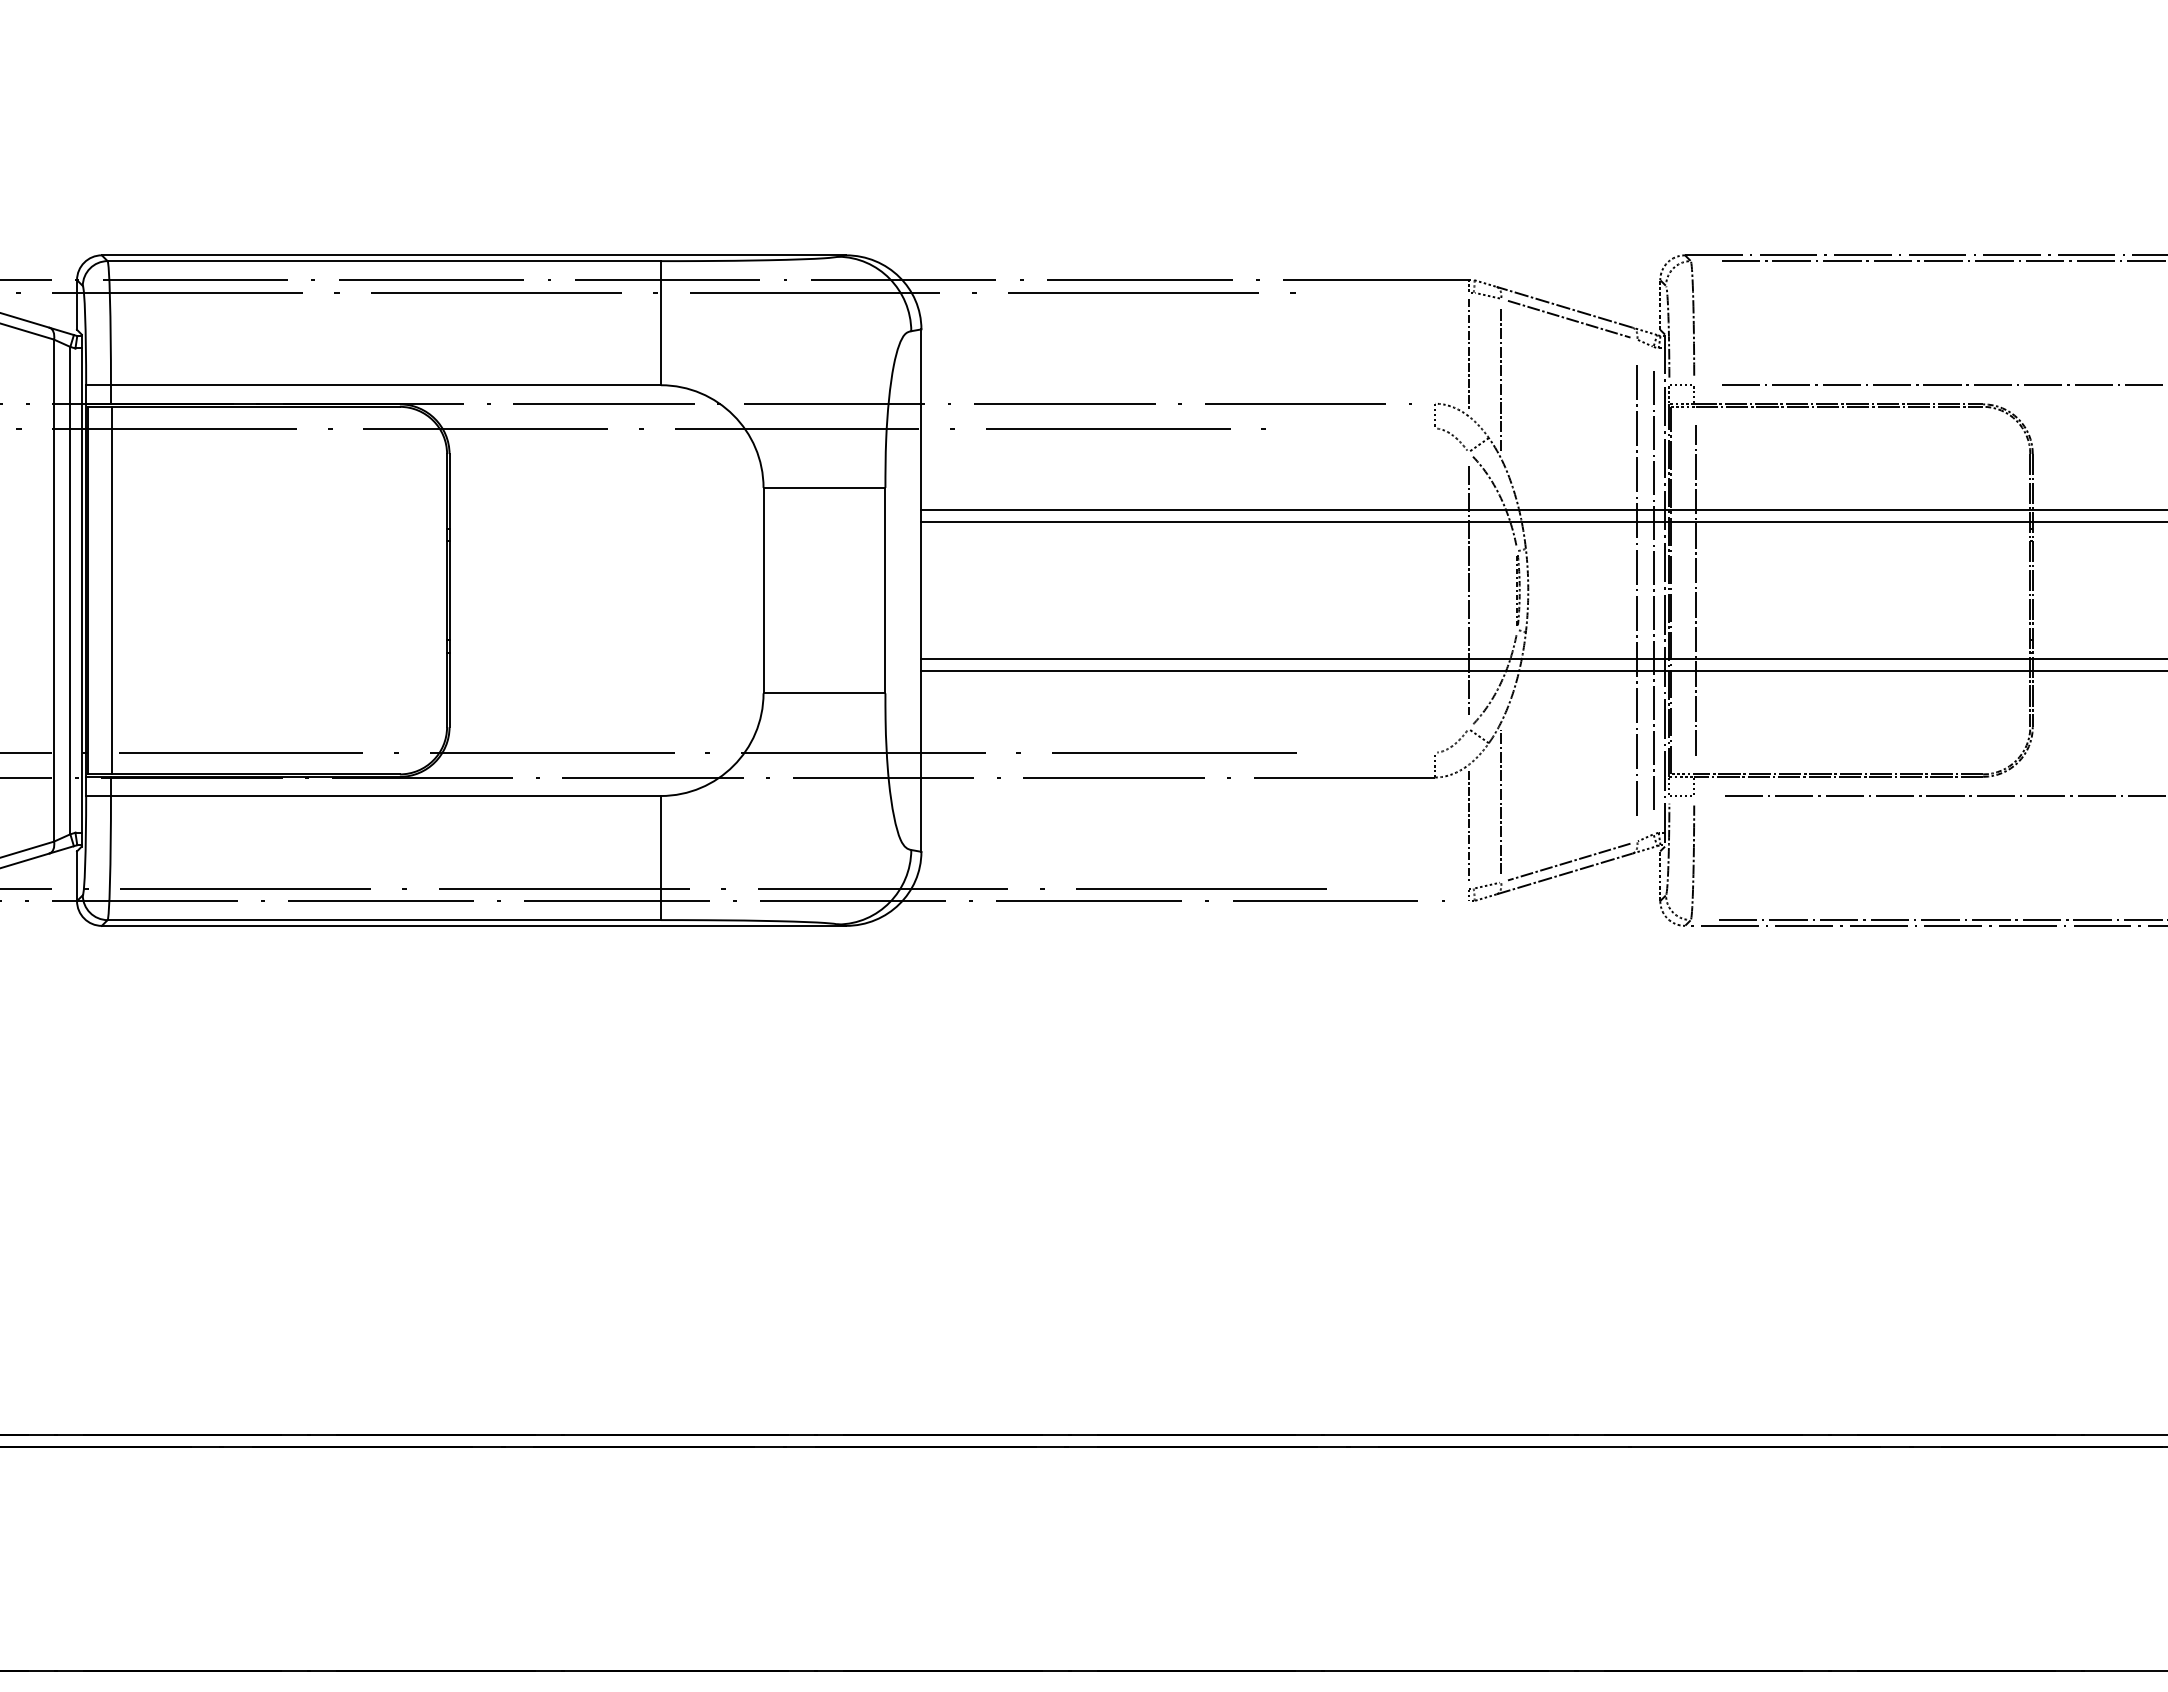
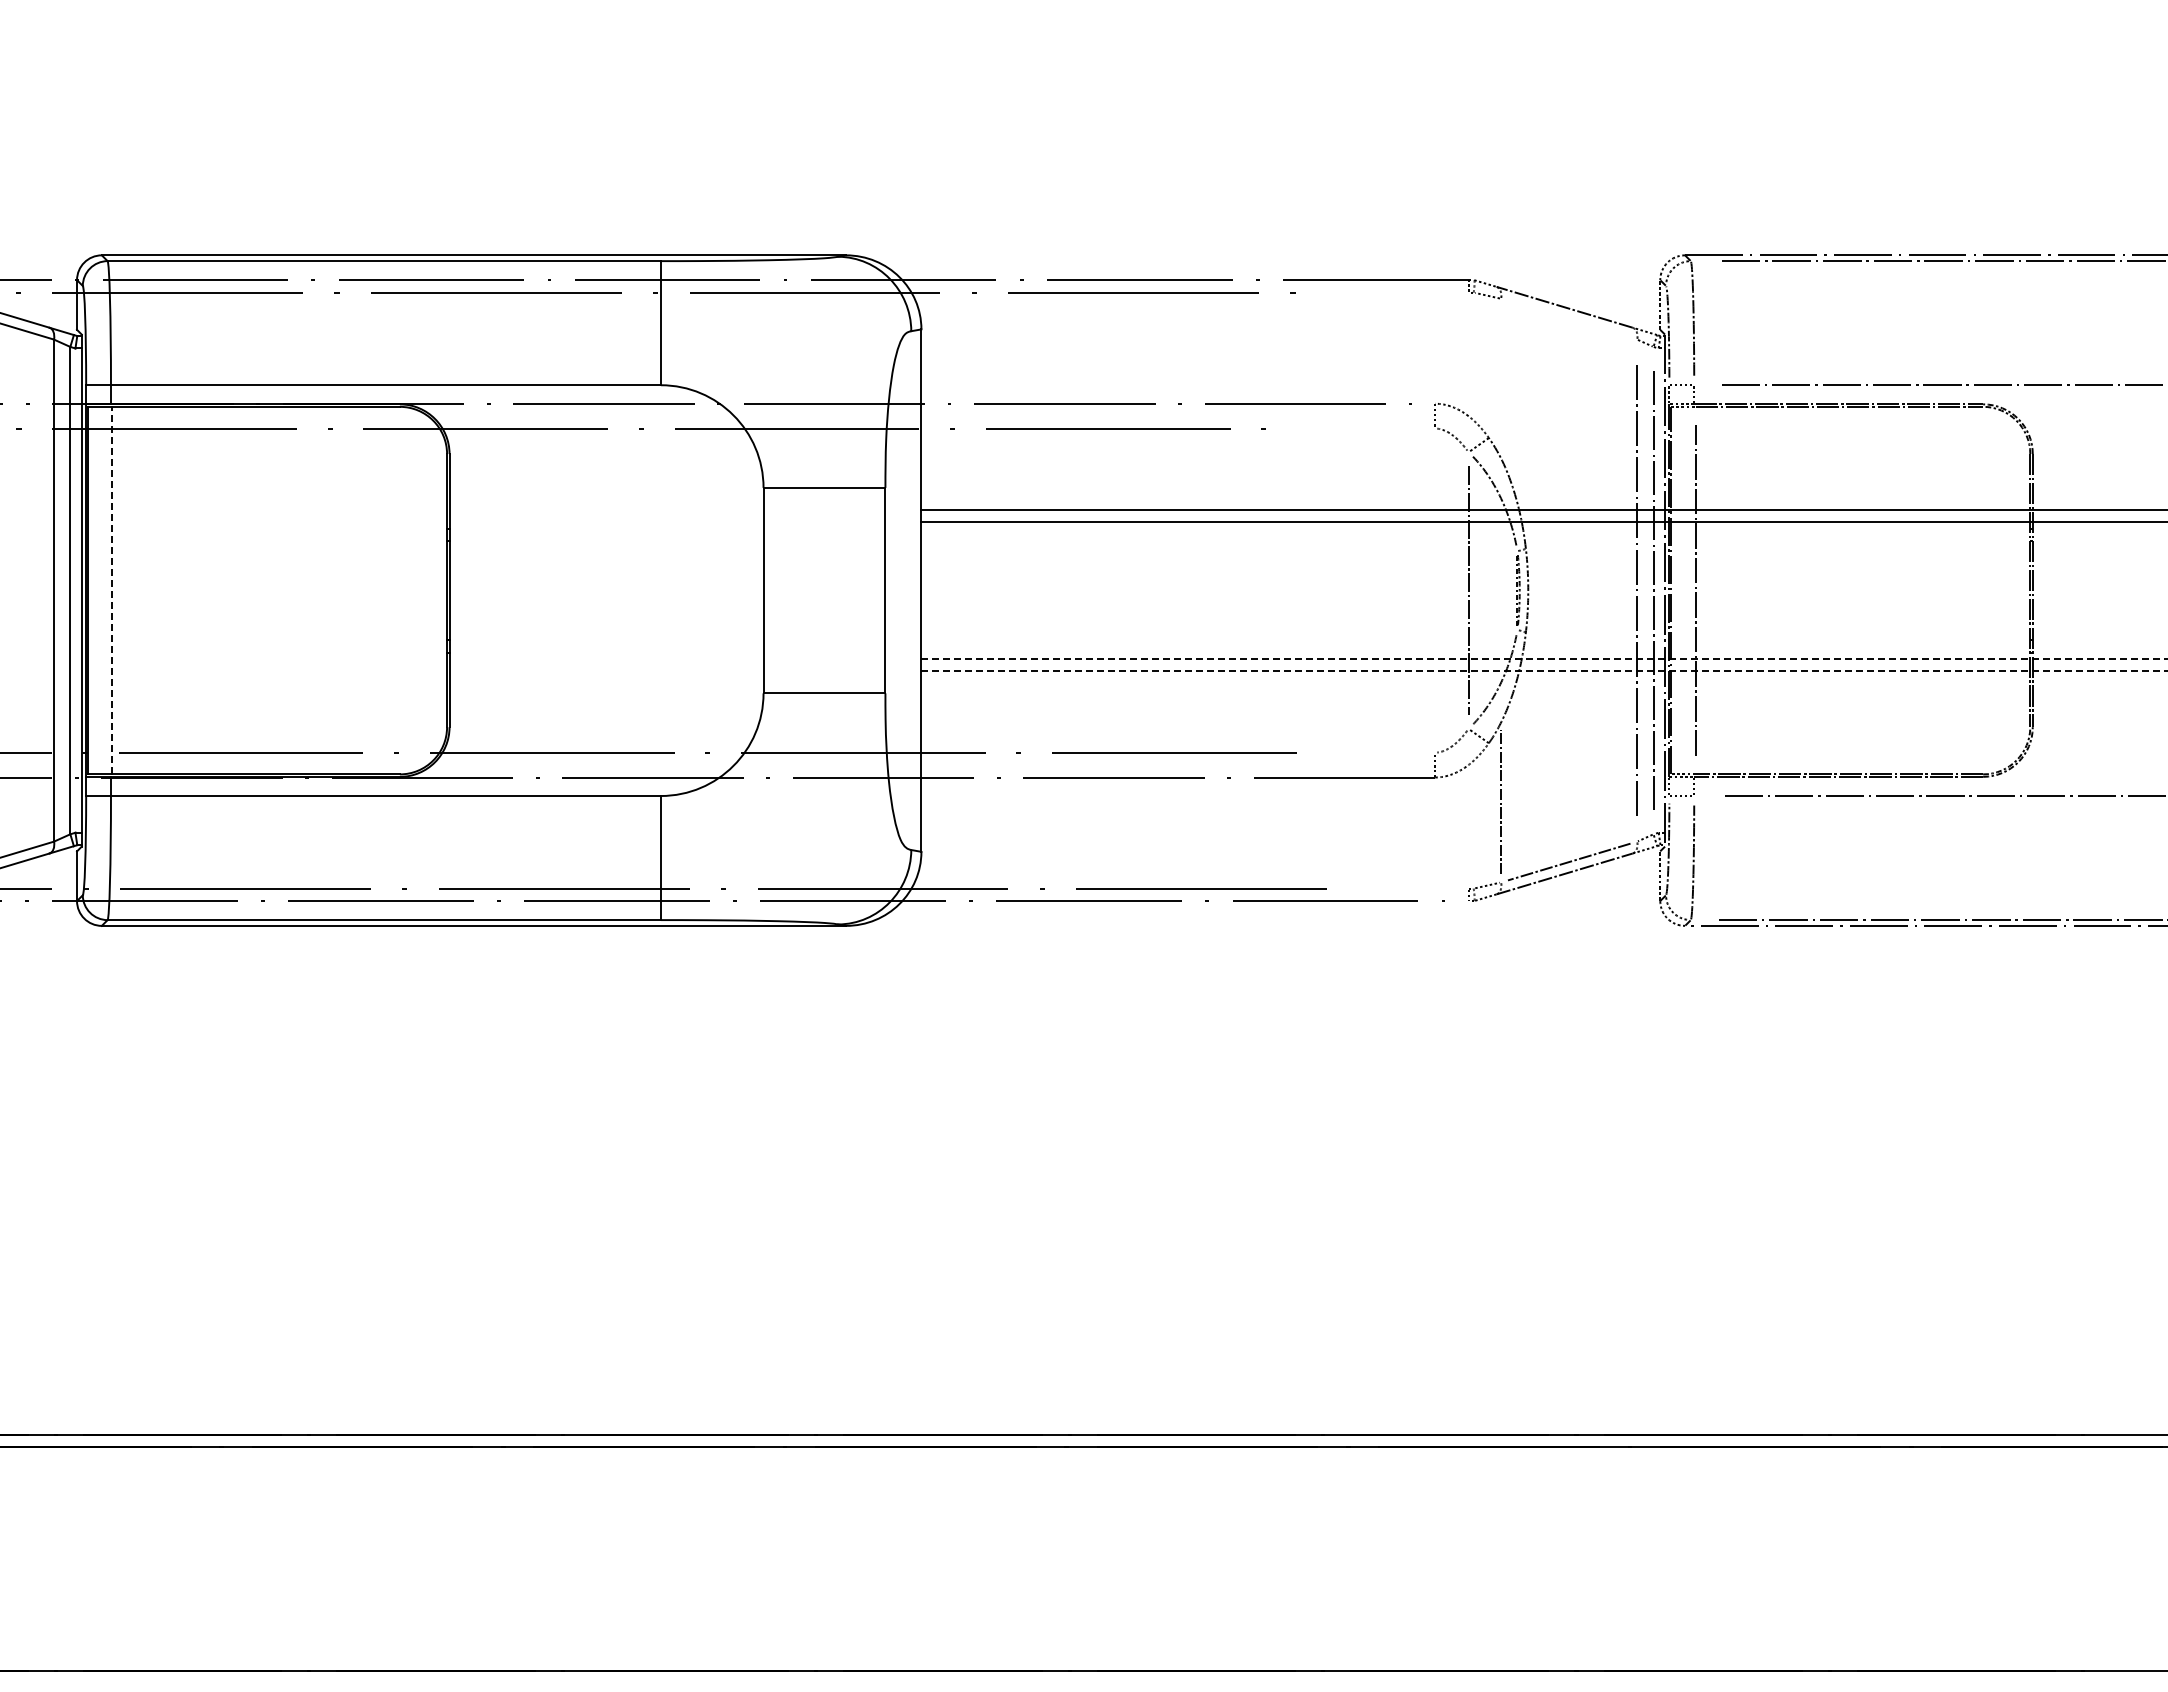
line at (1568, 318): present -> none
line at (1468, 354): present -> none
line at (1501, 378): present -> none
line at (112, 590): solid -> dashed
line at (1545, 658): solid -> dashed
line at (1545, 671): solid -> dashed
line at (1468, 826): present -> none
